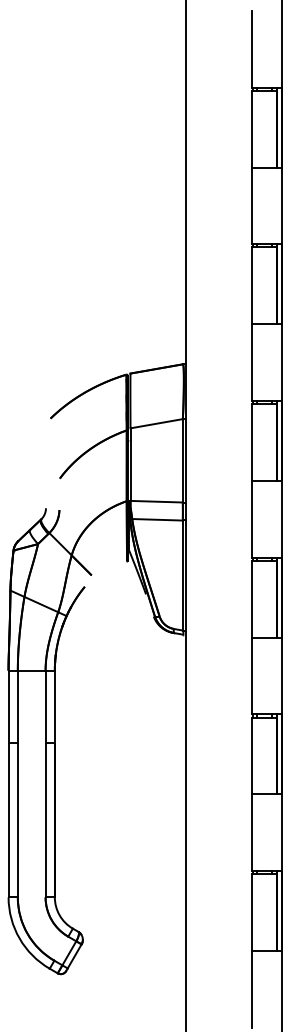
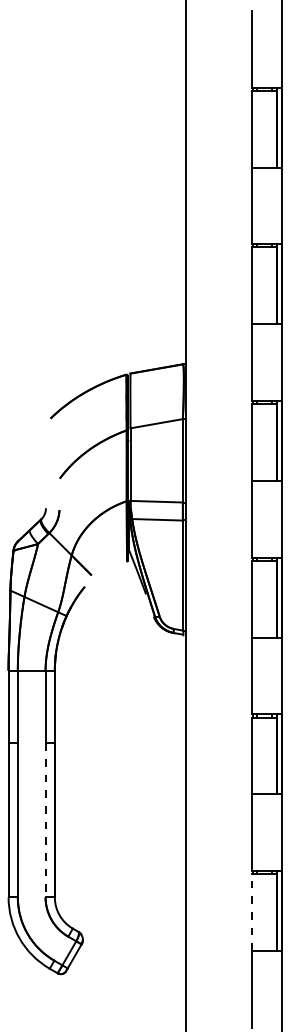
line at (45, 820): solid -> dashed
line at (251, 912): solid -> dashed
